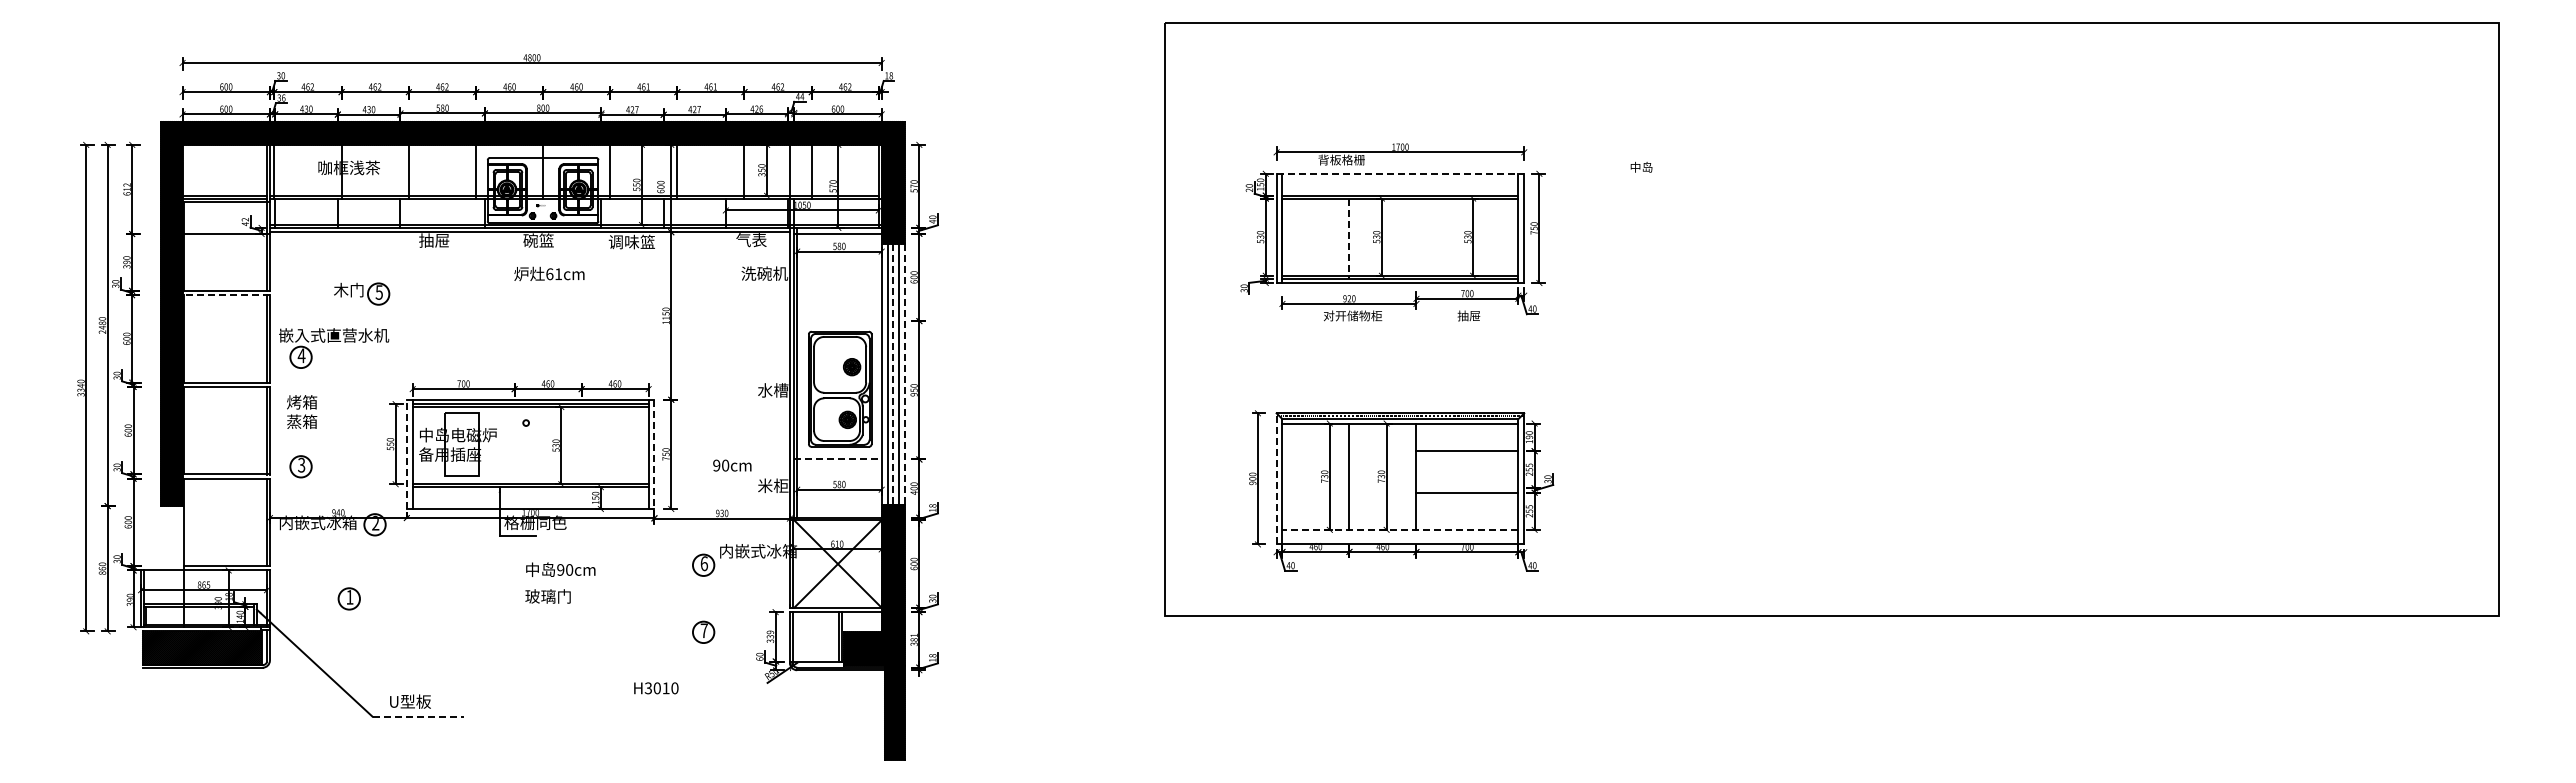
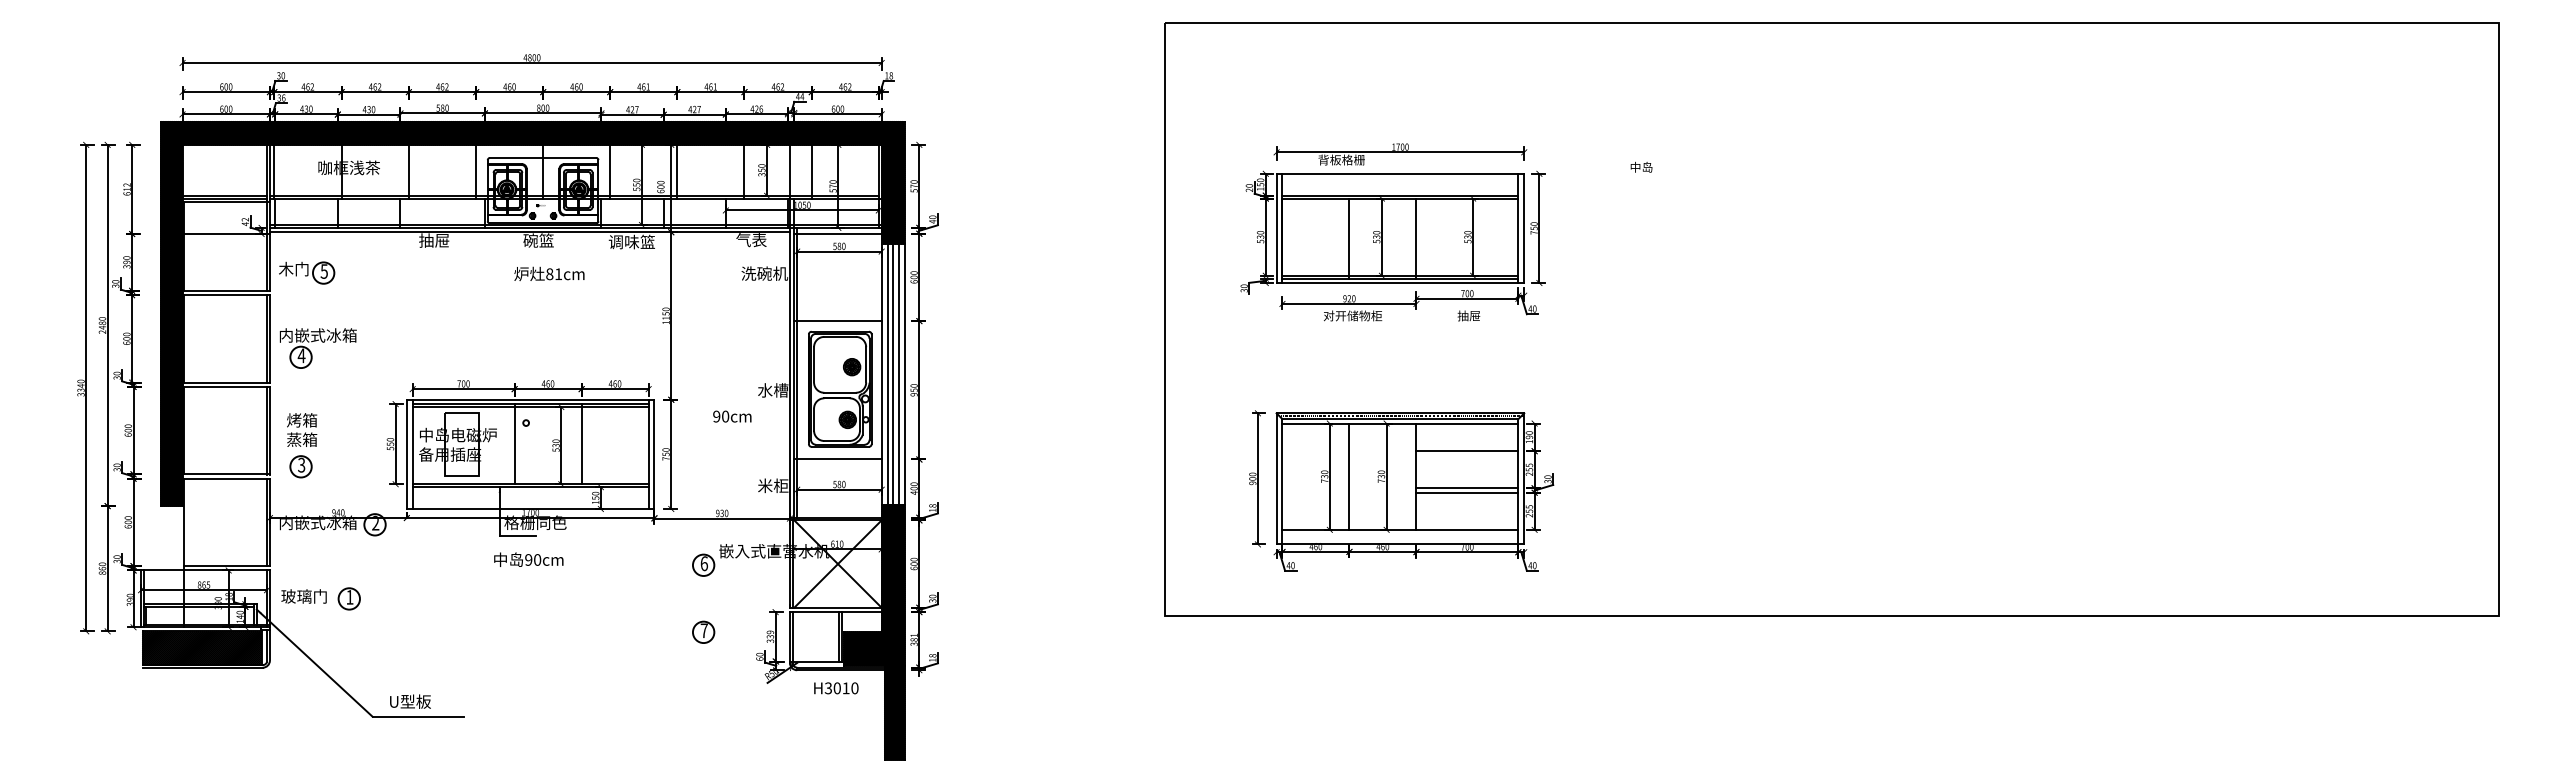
line at (1400, 173): dashed -> solid
line at (1416, 238): none -> present
line at (1349, 239): dashed -> solid
text at (549, 273): 61cm -> 81cm
part at (362, 293) position: (362, 293) -> (307, 272)
line at (226, 295): dashed -> solid
line at (837, 321): none -> present
text at (334, 335): 嵌入式直营水机 -> 内嵌式冰箱
line at (893, 374): dashed -> solid
line at (905, 374): dashed -> solid
text at (302, 411) position: (302, 411) -> (302, 429)
line at (514, 444): none -> present
line at (581, 444): none -> present
line at (406, 454): dashed -> solid
line at (654, 454): dashed -> solid
line at (838, 459): dashed -> solid
text at (732, 465) position: (732, 465) -> (732, 416)
line at (1276, 478): dashed -> solid
line at (1467, 488): none -> present
line at (1400, 529): dashed -> solid
text at (774, 551): 内嵌式冰箱 -> 嵌入式直营水机
text at (560, 569) position: (560, 569) -> (528, 559)
text at (547, 596) position: (547, 596) -> (303, 596)
text at (656, 688) position: (656, 688) -> (836, 688)
line at (418, 716): dashed -> solid
